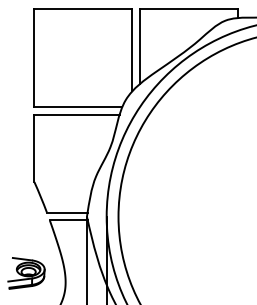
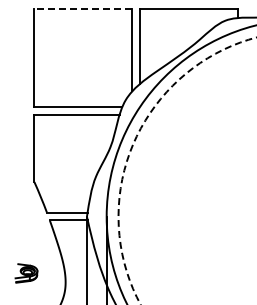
line at (83, 8): solid -> dashed
circle at (187, 170): solid -> dashed
part at (26, 273) size: 39x33 px -> 25x21 px
